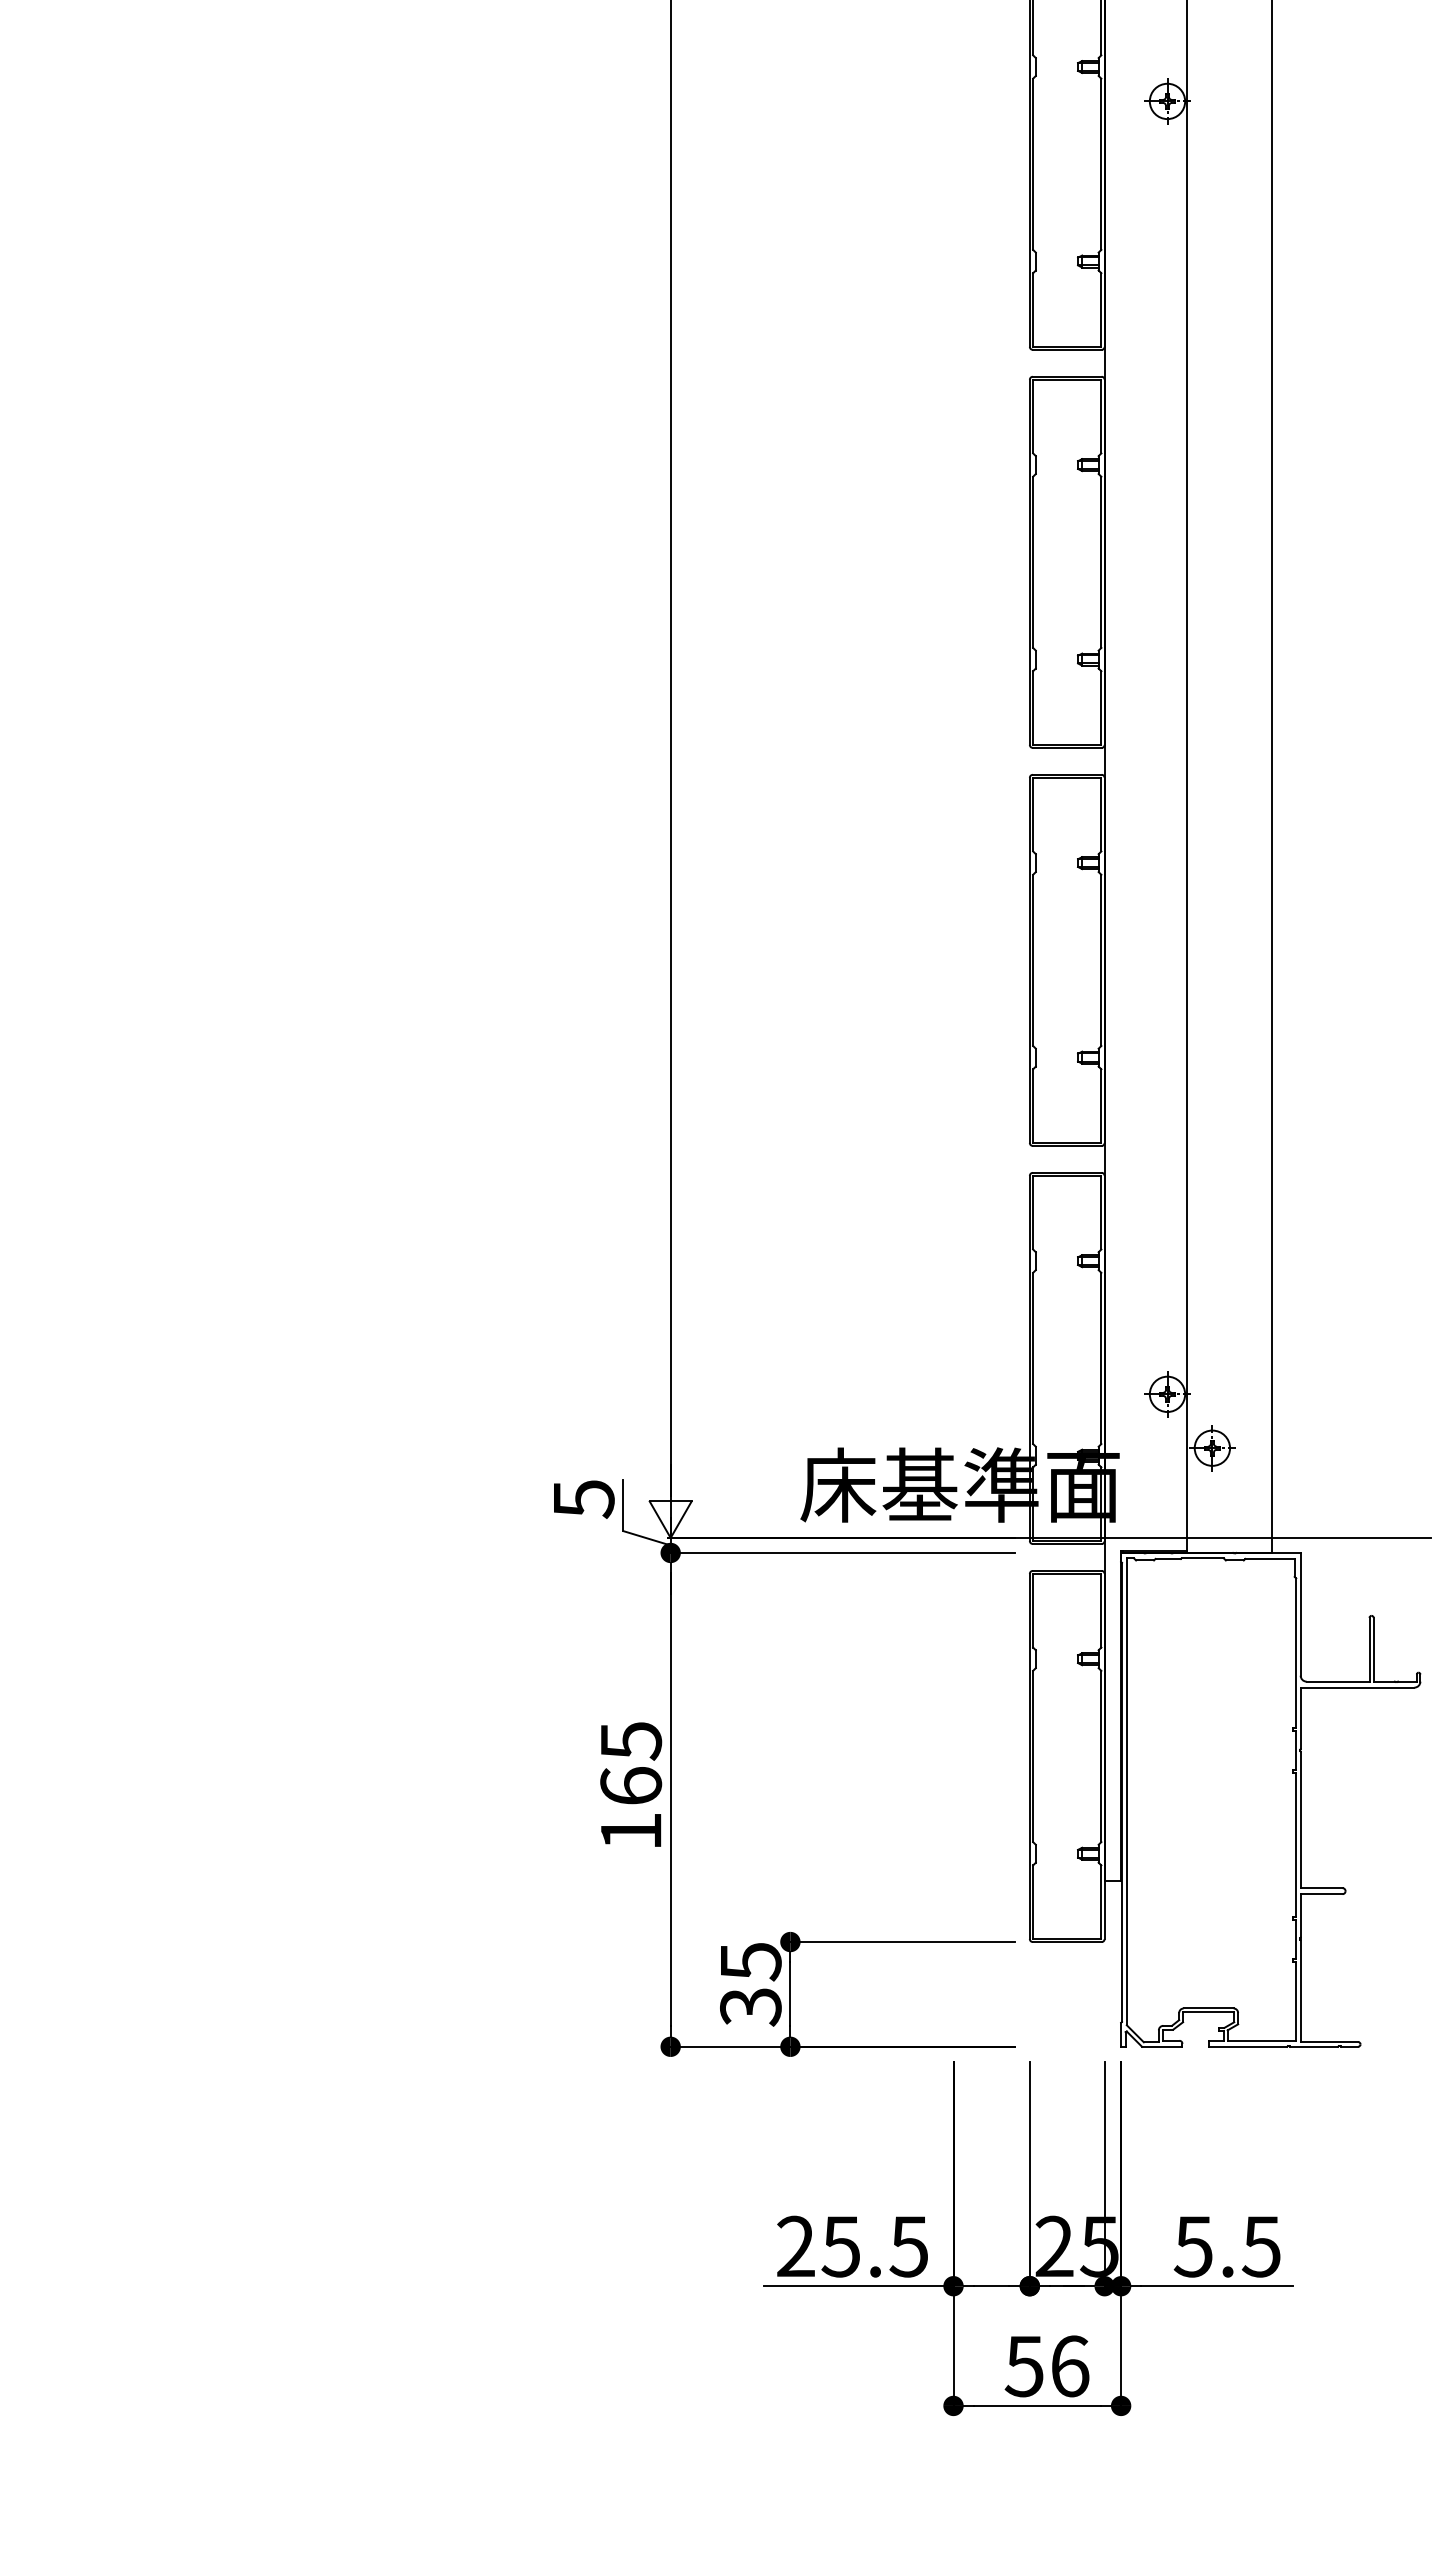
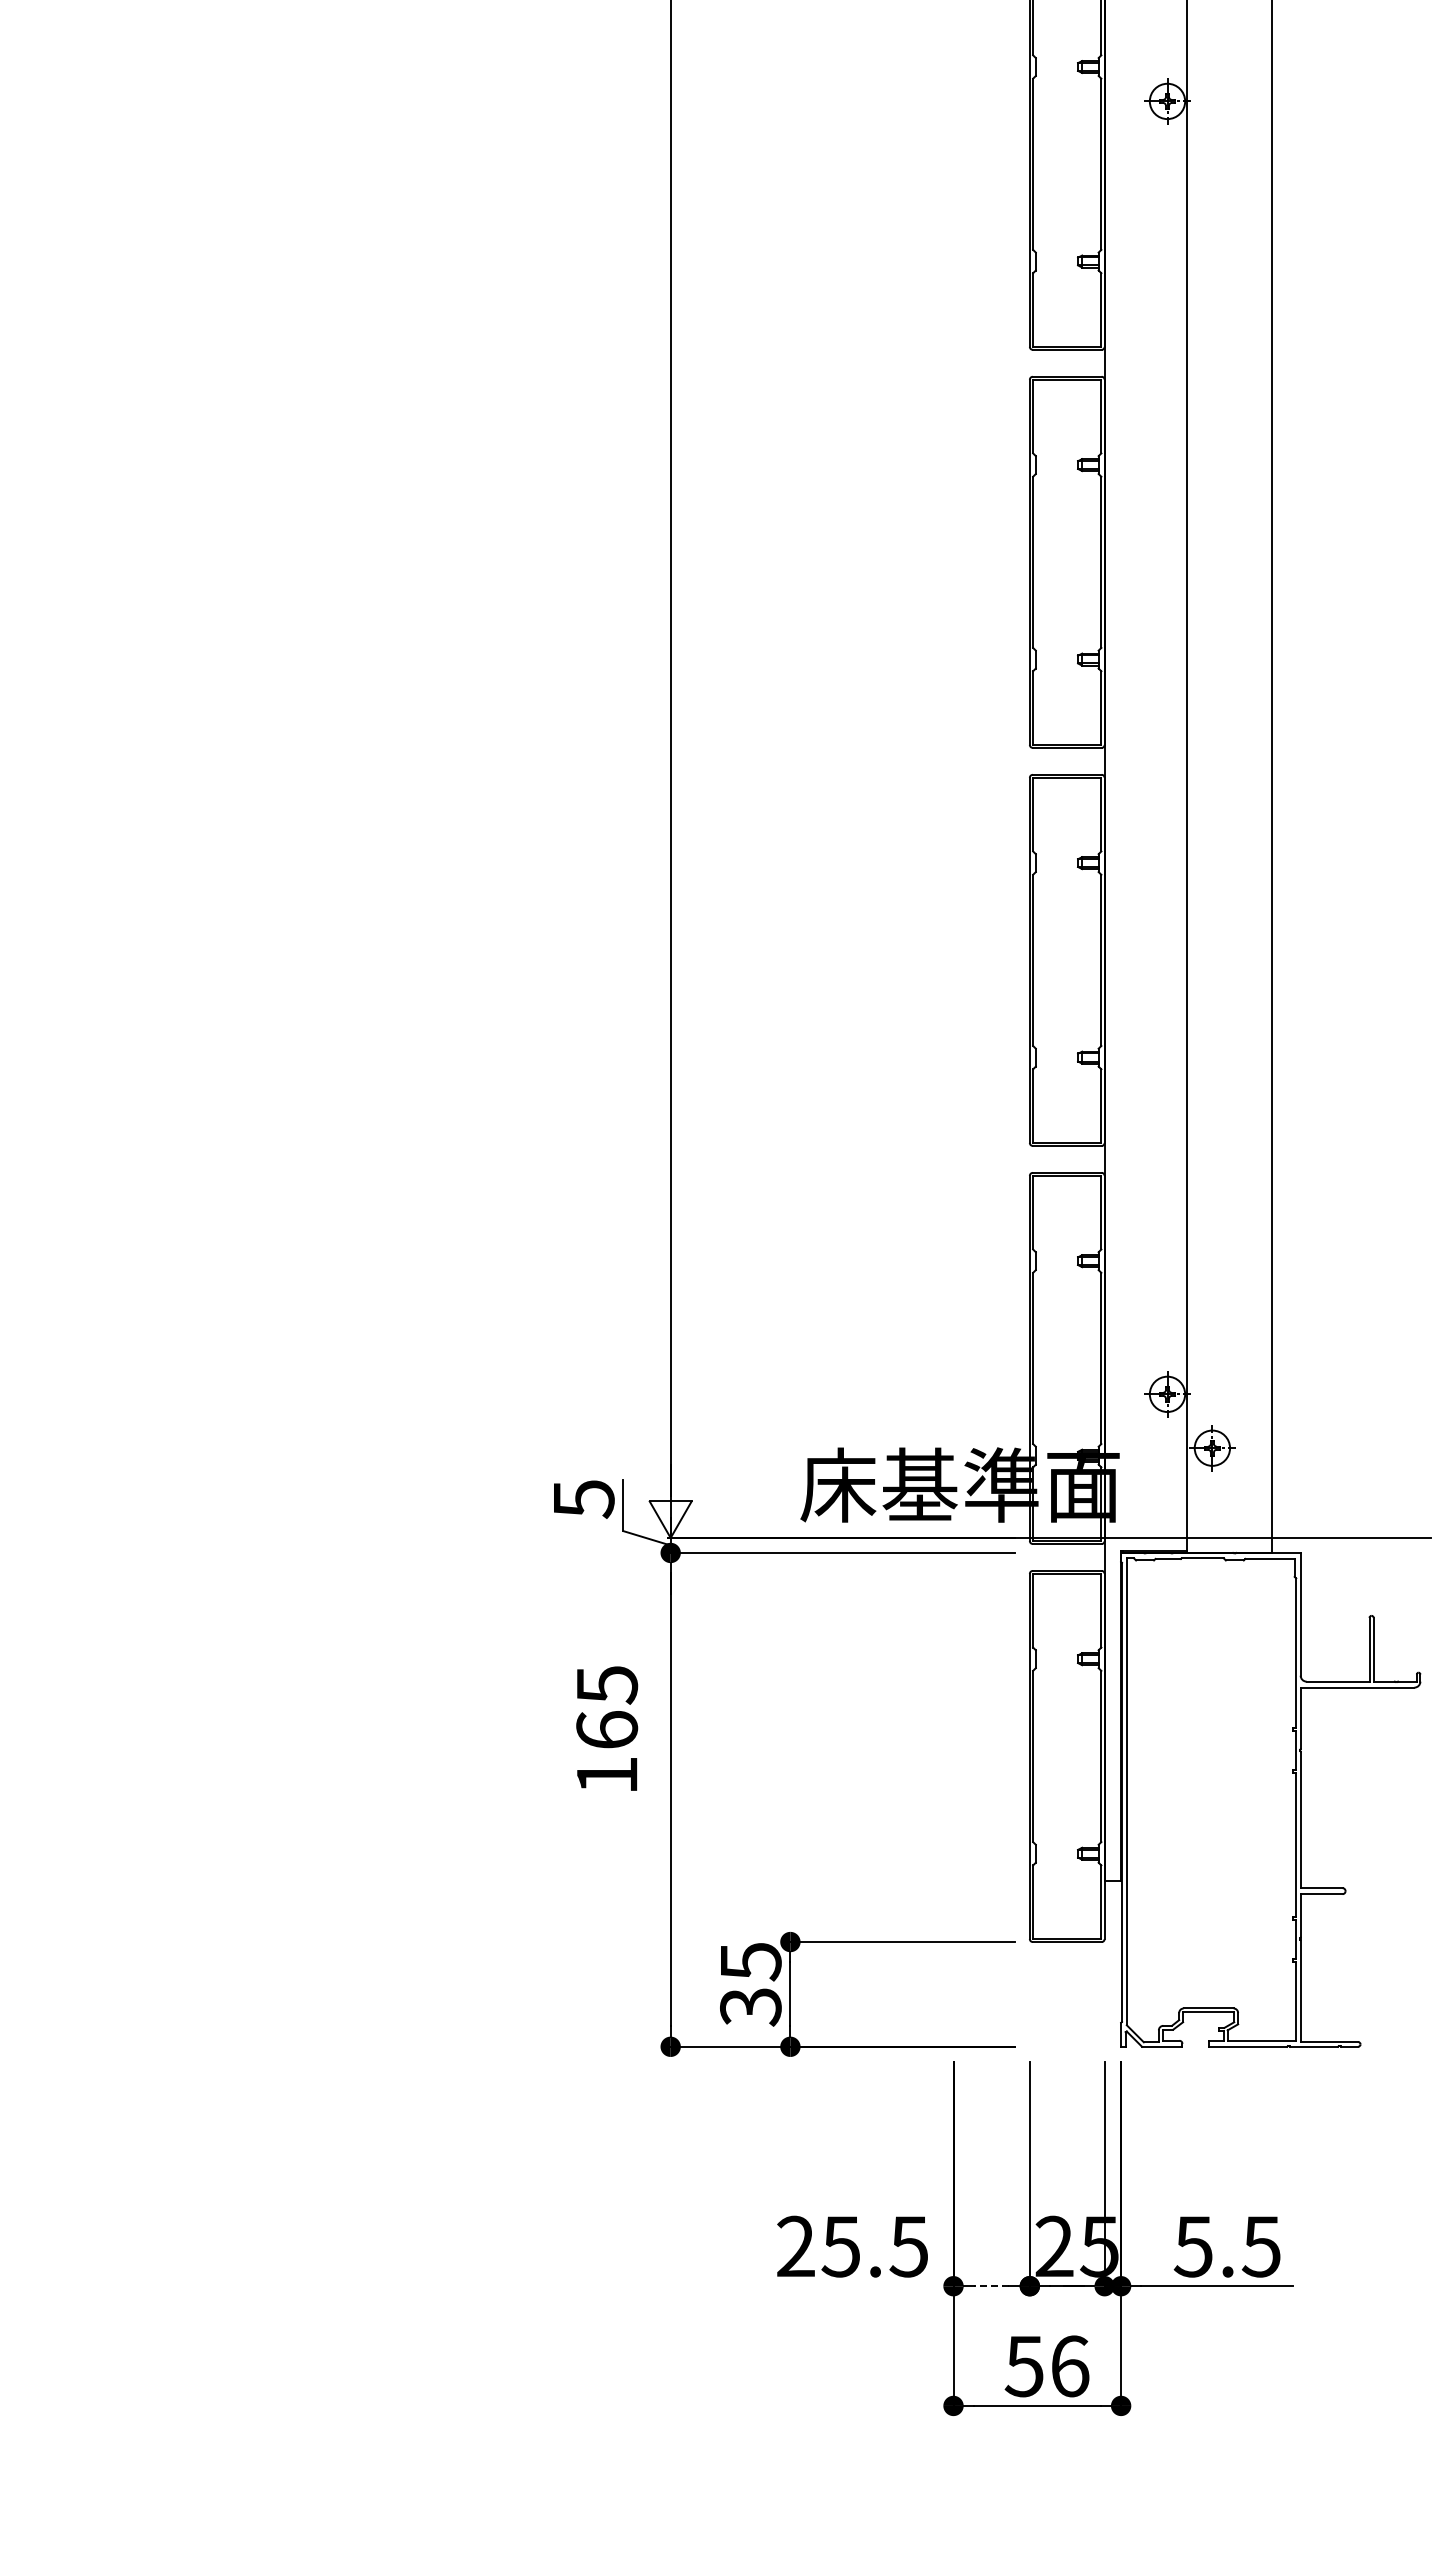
text at (631, 1784) position: (631, 1784) -> (607, 1728)
line at (858, 2286): present -> none
line at (991, 2286): solid -> dashed
